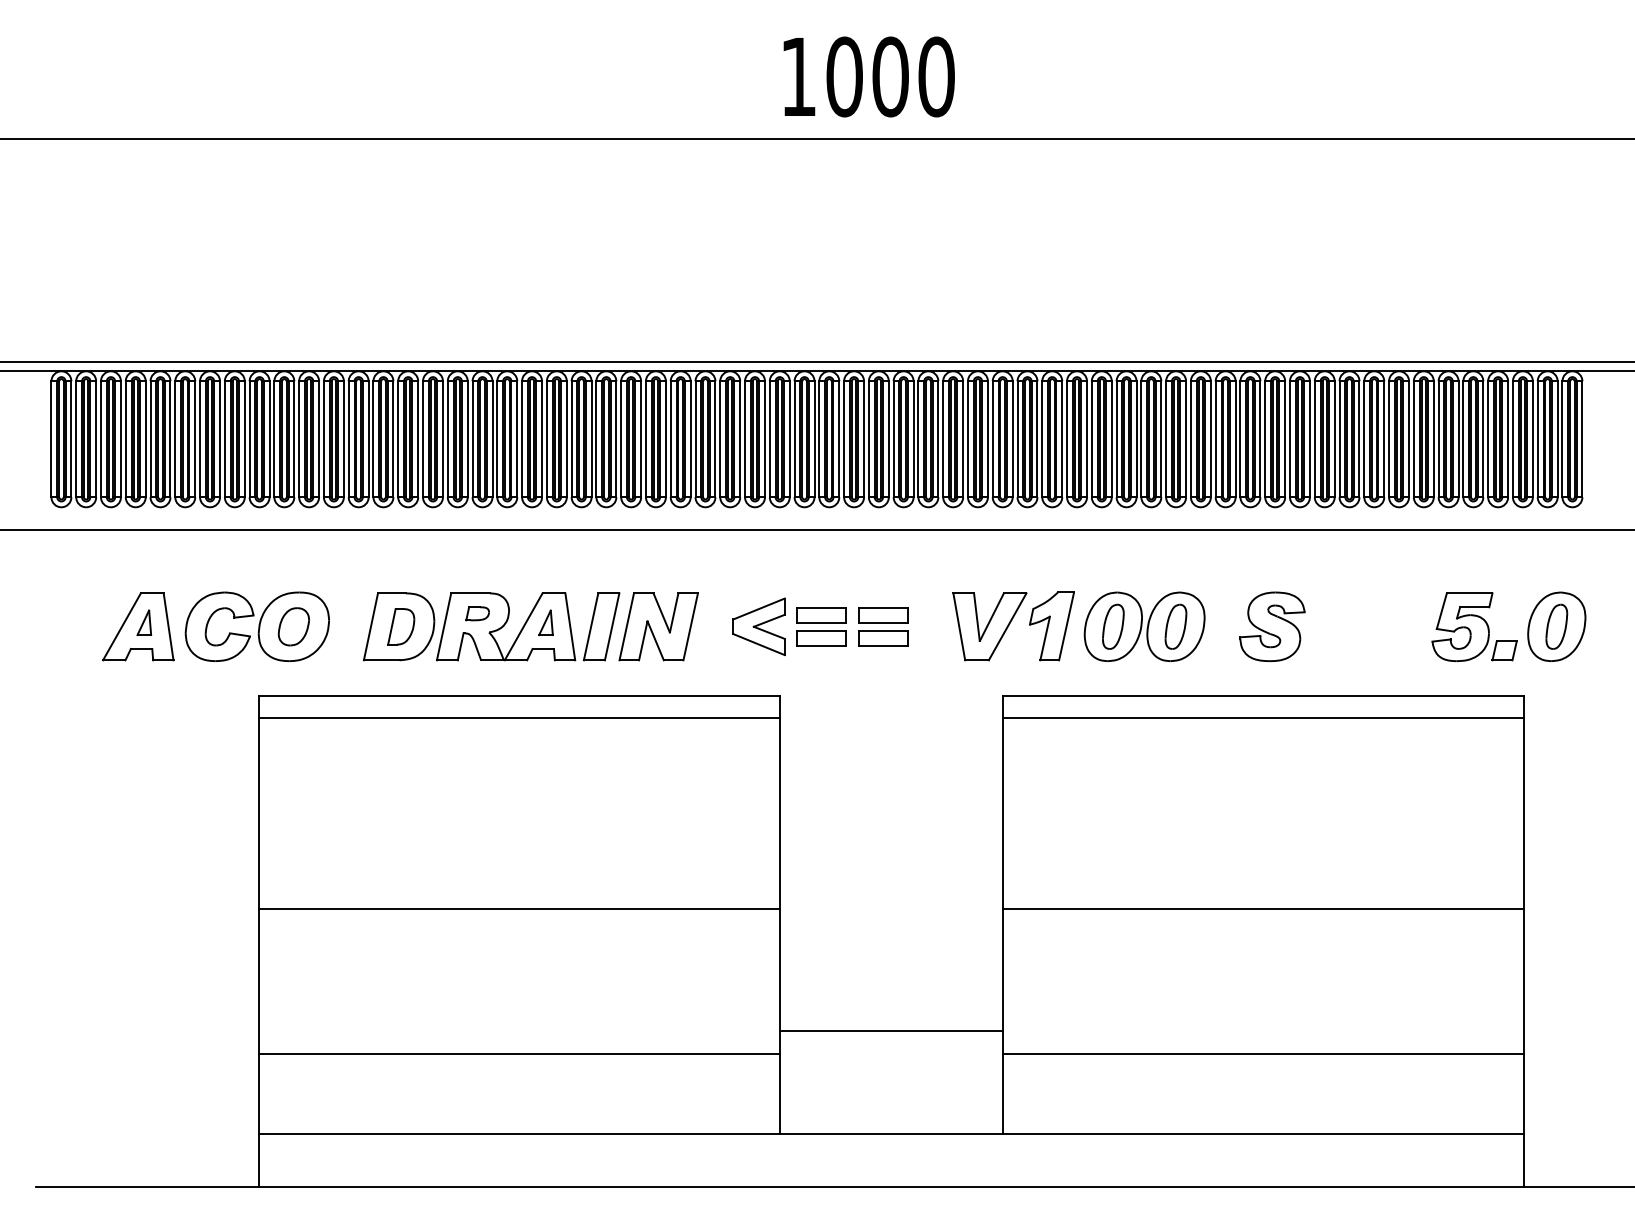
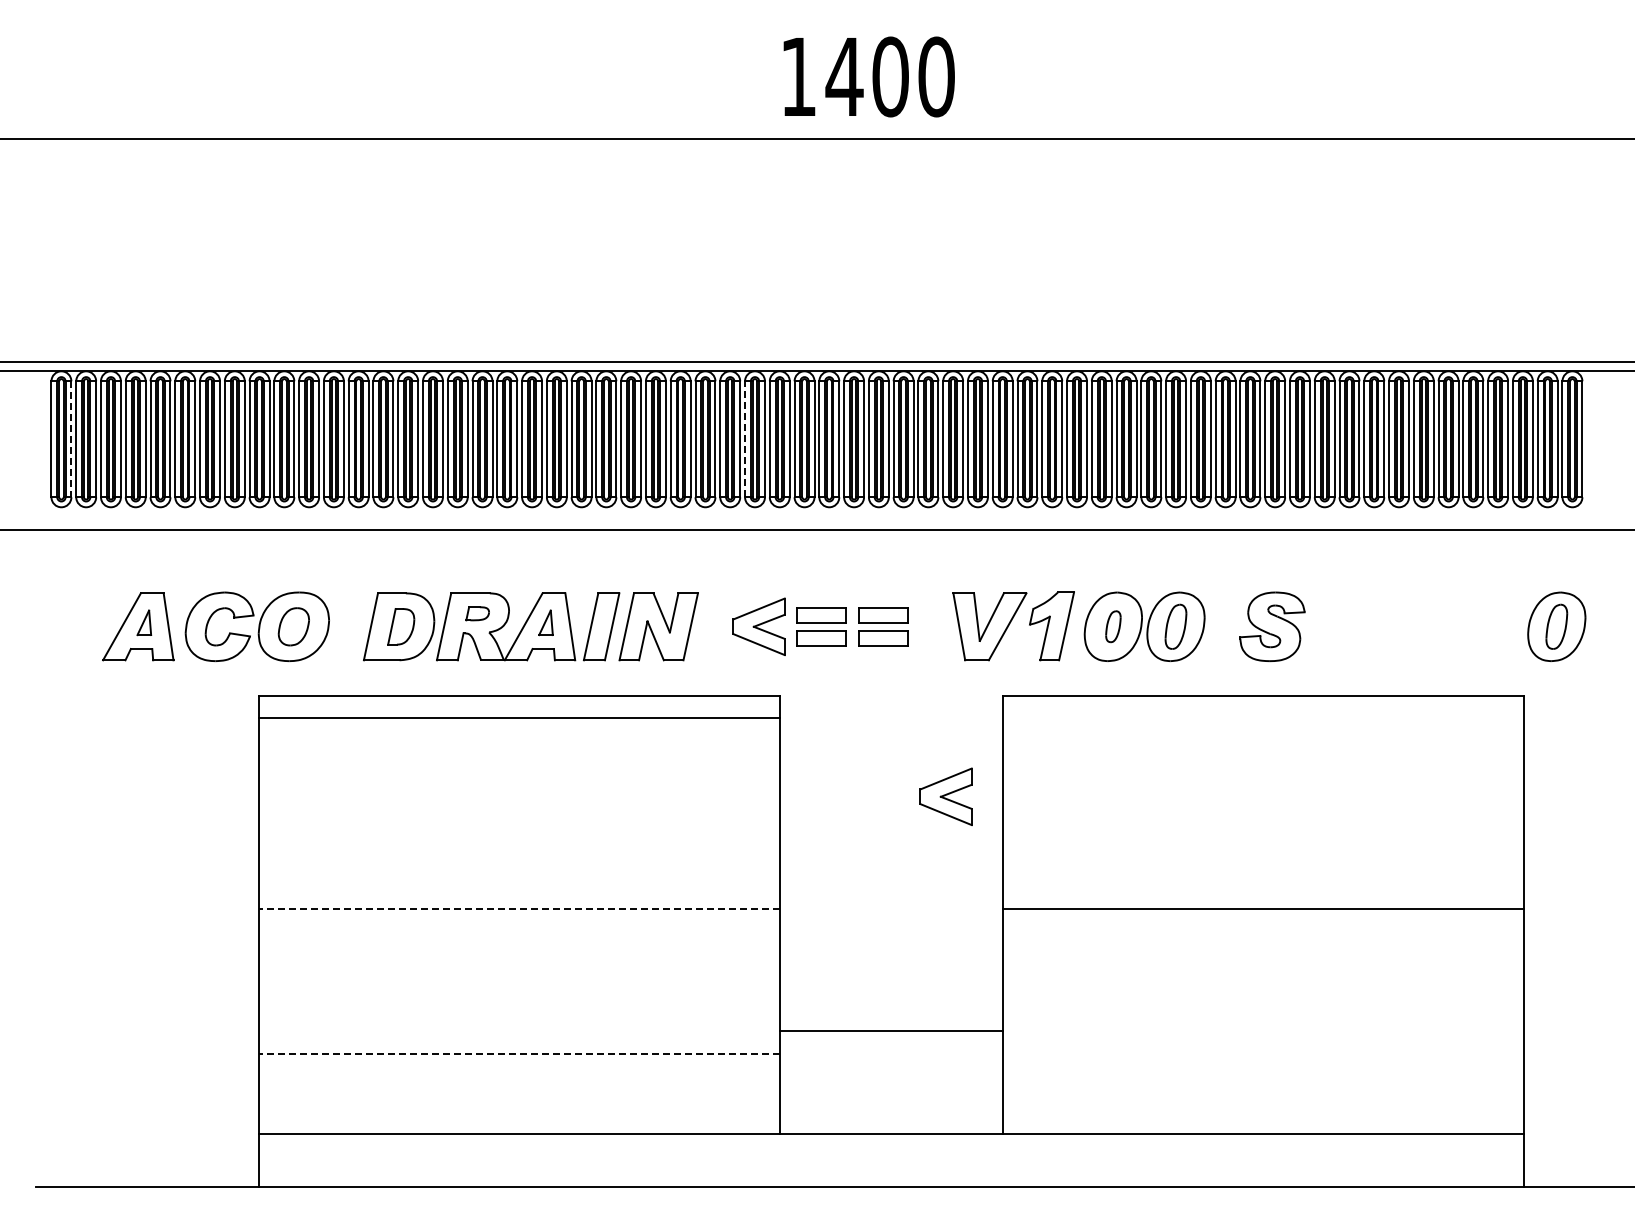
text at (844, 76): 1000 -> 1400
line at (745, 438): solid -> dashed
line at (71, 439): solid -> dashed
part at (1113, 626) size: 23x47 px -> 17x34 px
part at (1474, 627): present -> none
line at (1262, 718): present -> none
part at (945, 796): none -> present
line at (518, 908): solid -> dashed
line at (518, 1053): solid -> dashed
line at (1262, 1053): present -> none
